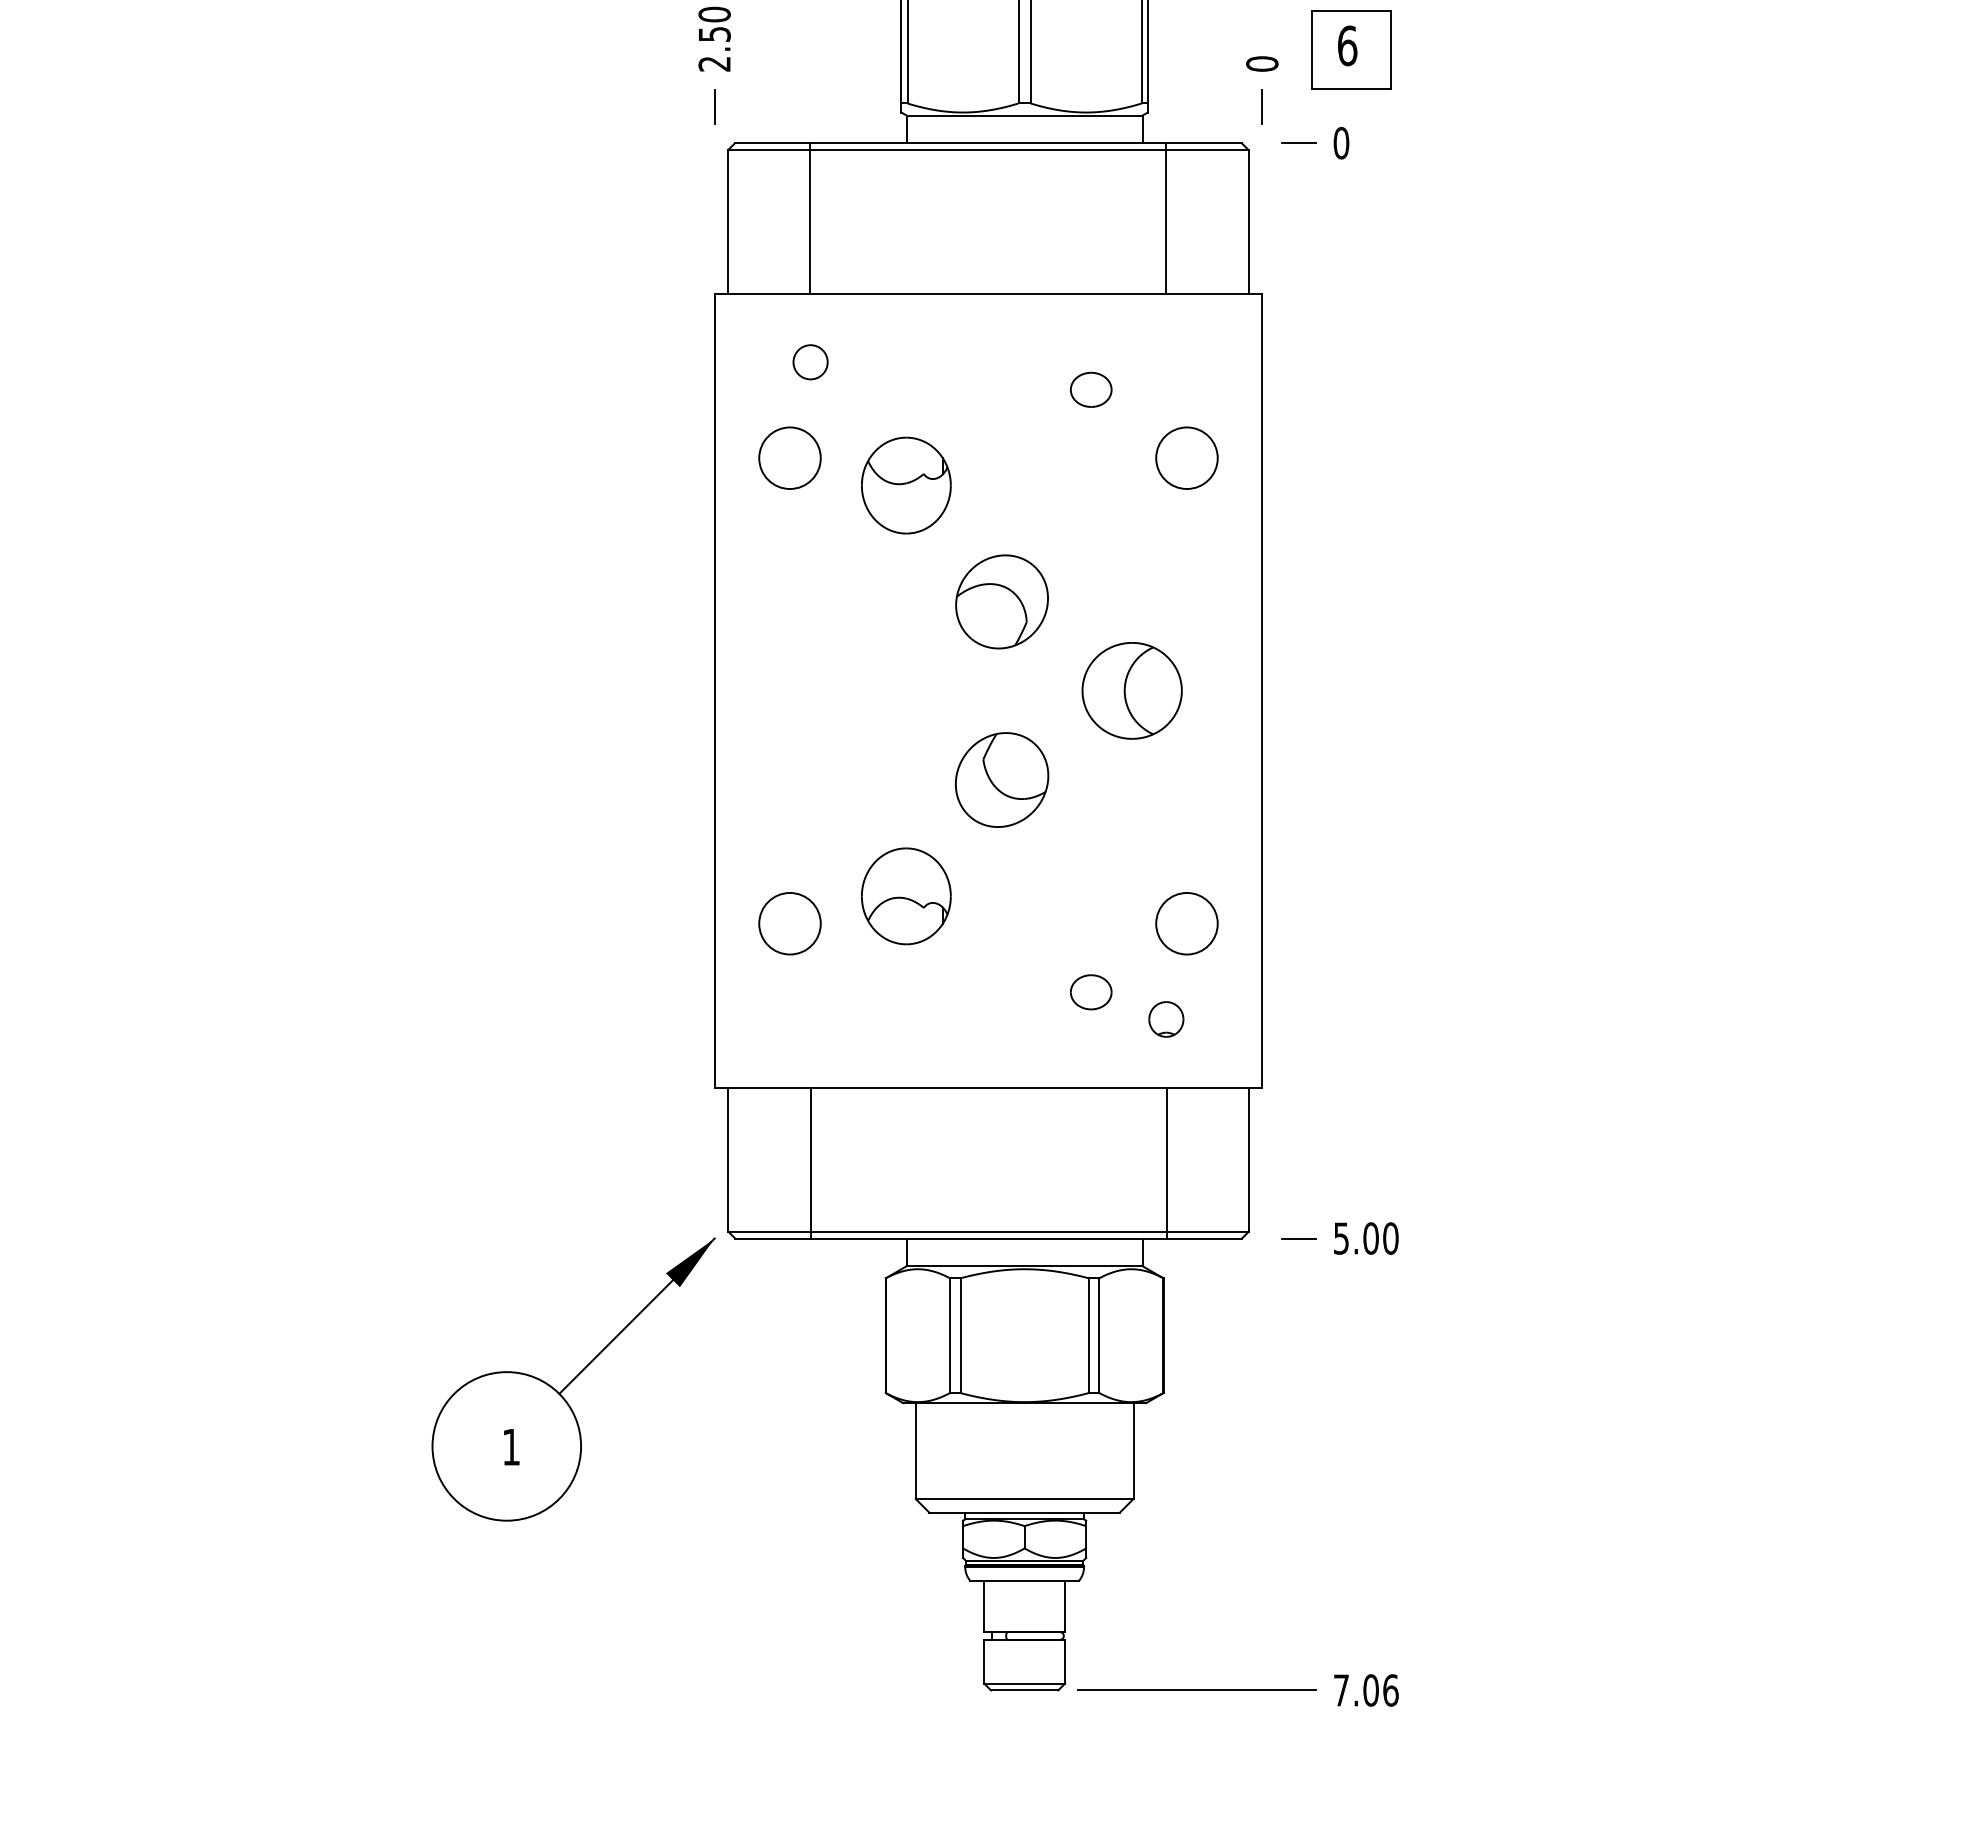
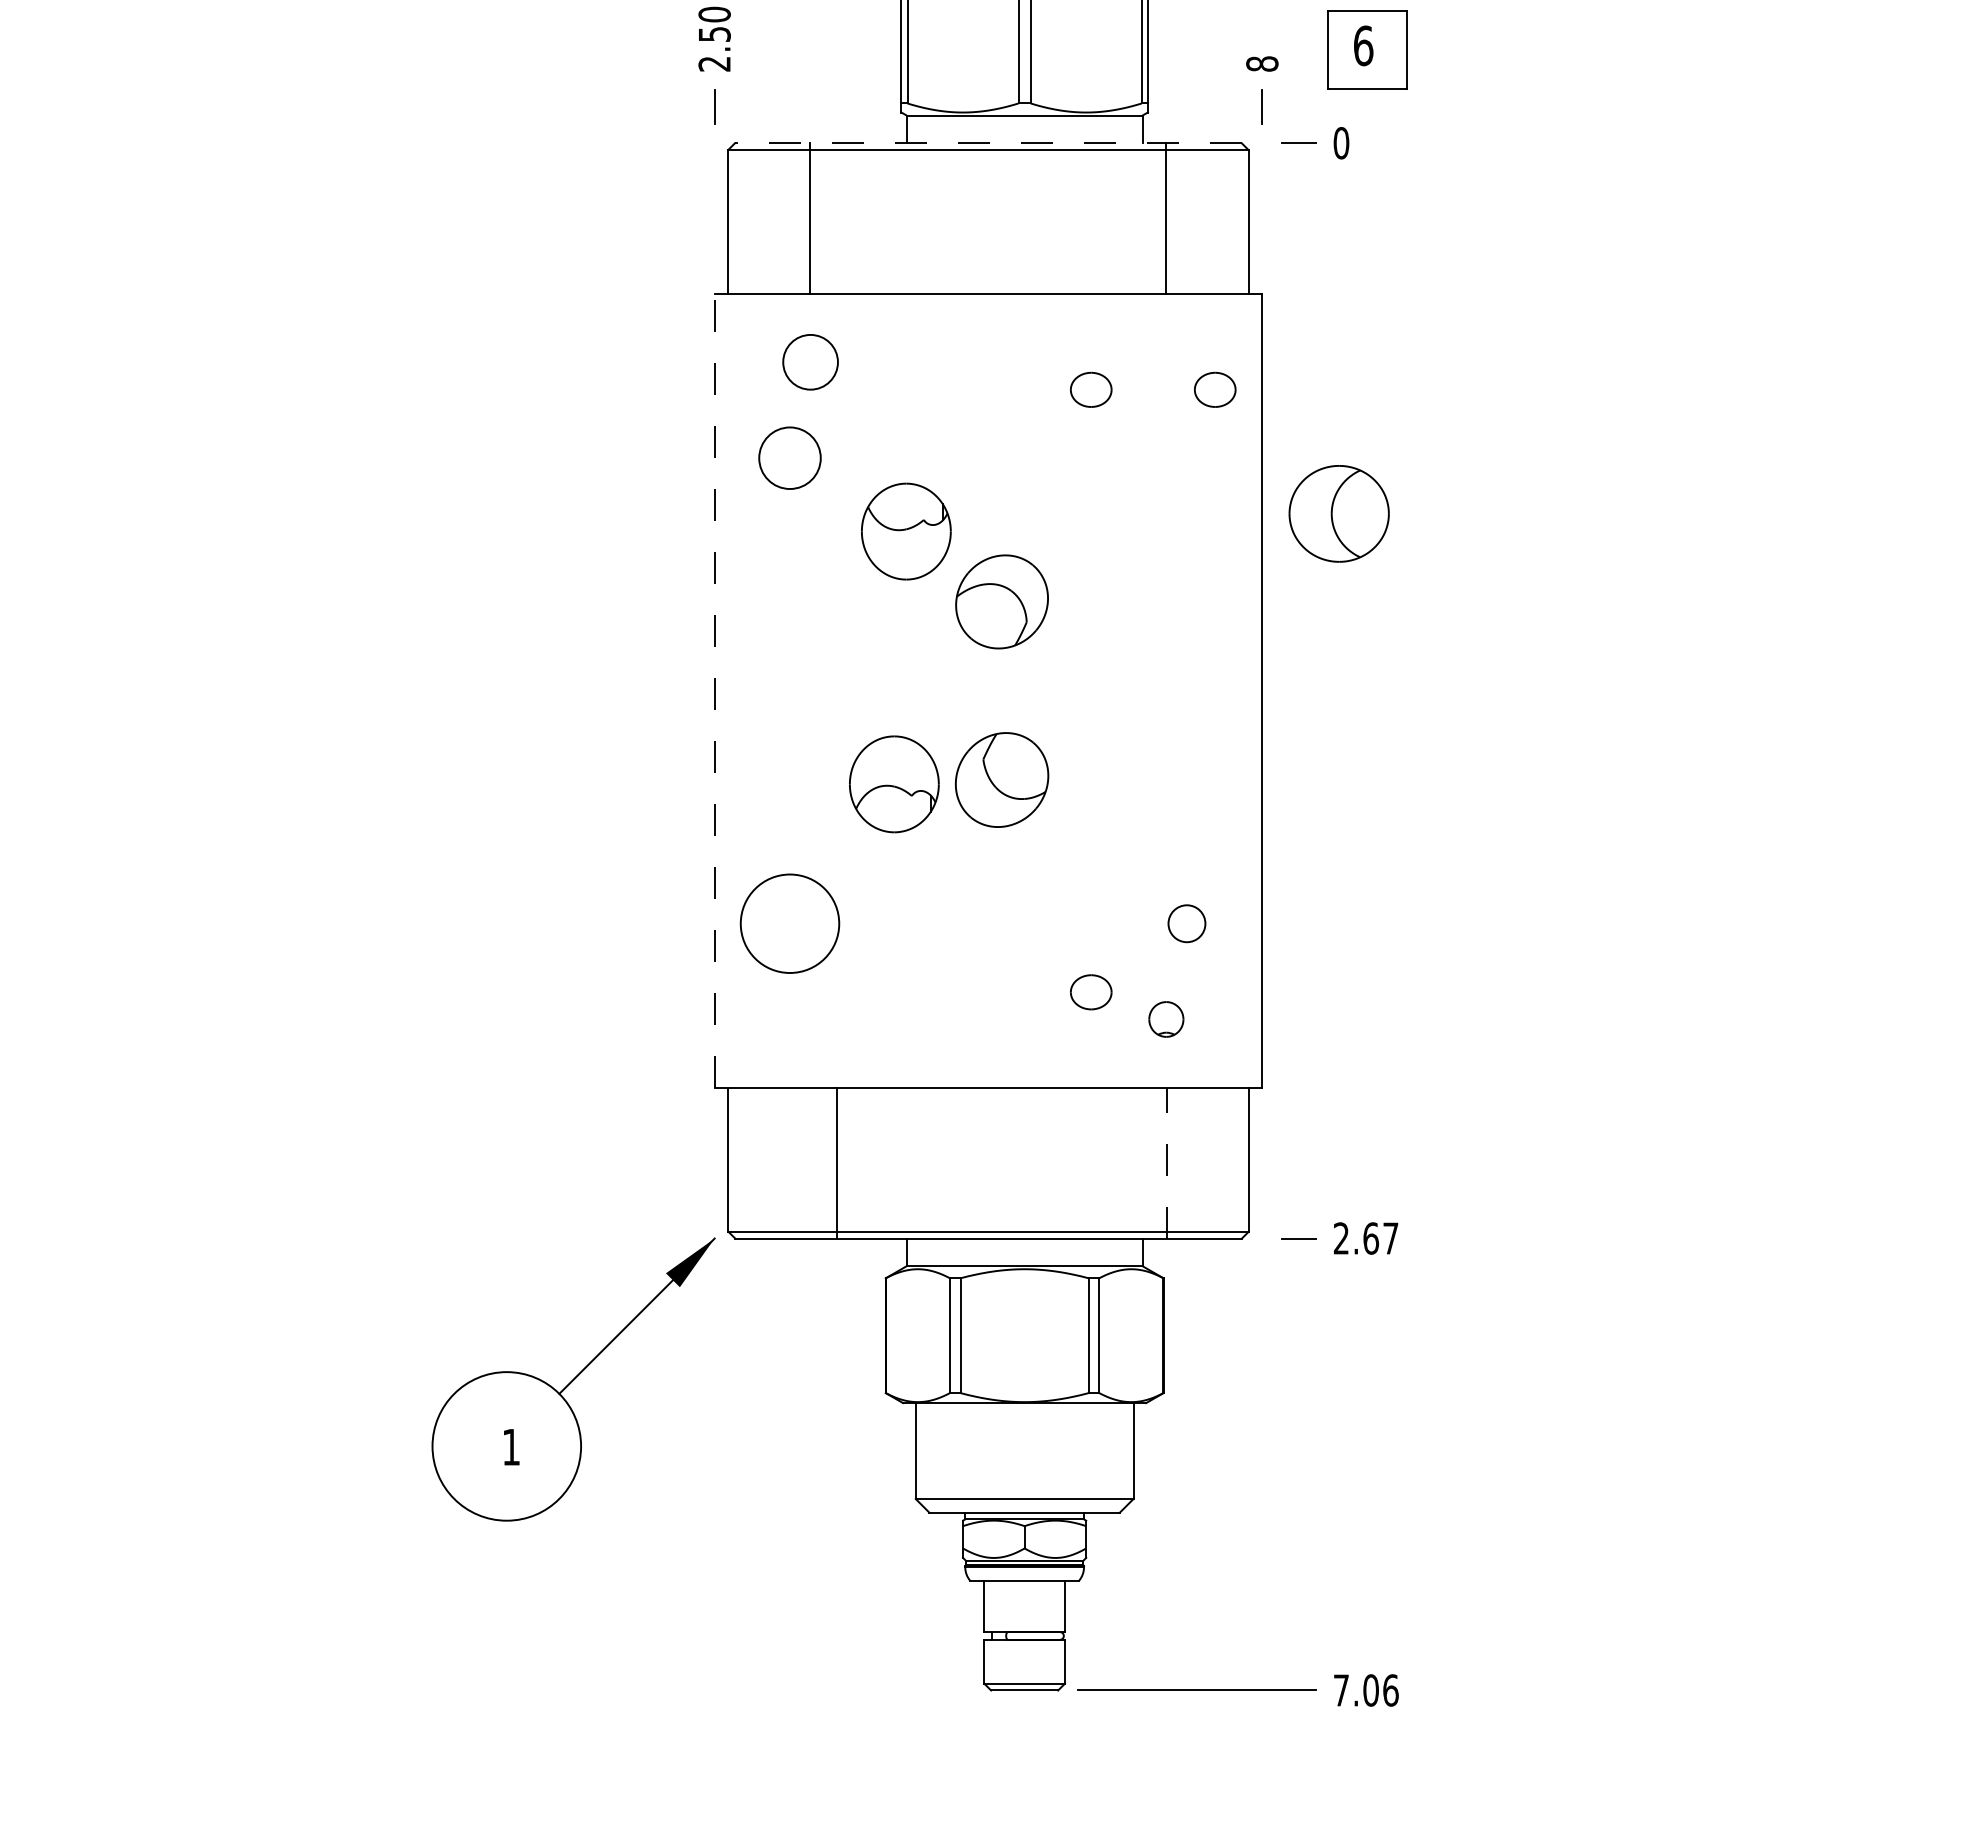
part at (1351, 49) position: (1351, 49) -> (1367, 49)
text at (1262, 63): 0 -> 8
line at (987, 143): solid -> dashed
circle at (810, 362) diameter: 34 px -> 55 px
part at (1215, 389): none -> present
circle at (1186, 457): present -> none
part at (906, 485) position: (906, 485) -> (906, 531)
line at (714, 690): solid -> dashed
part at (1131, 690) position: (1131, 690) -> (1338, 513)
part at (906, 896) position: (906, 896) -> (894, 784)
circle at (789, 923) diameter: 62 px -> 98 px
circle at (1186, 923) diameter: 62 px -> 37 px
line at (810, 1162) position: (810, 1162) -> (836, 1162)
line at (1166, 1162): solid -> dashed
text at (1366, 1238): 5.00 -> 2.67
